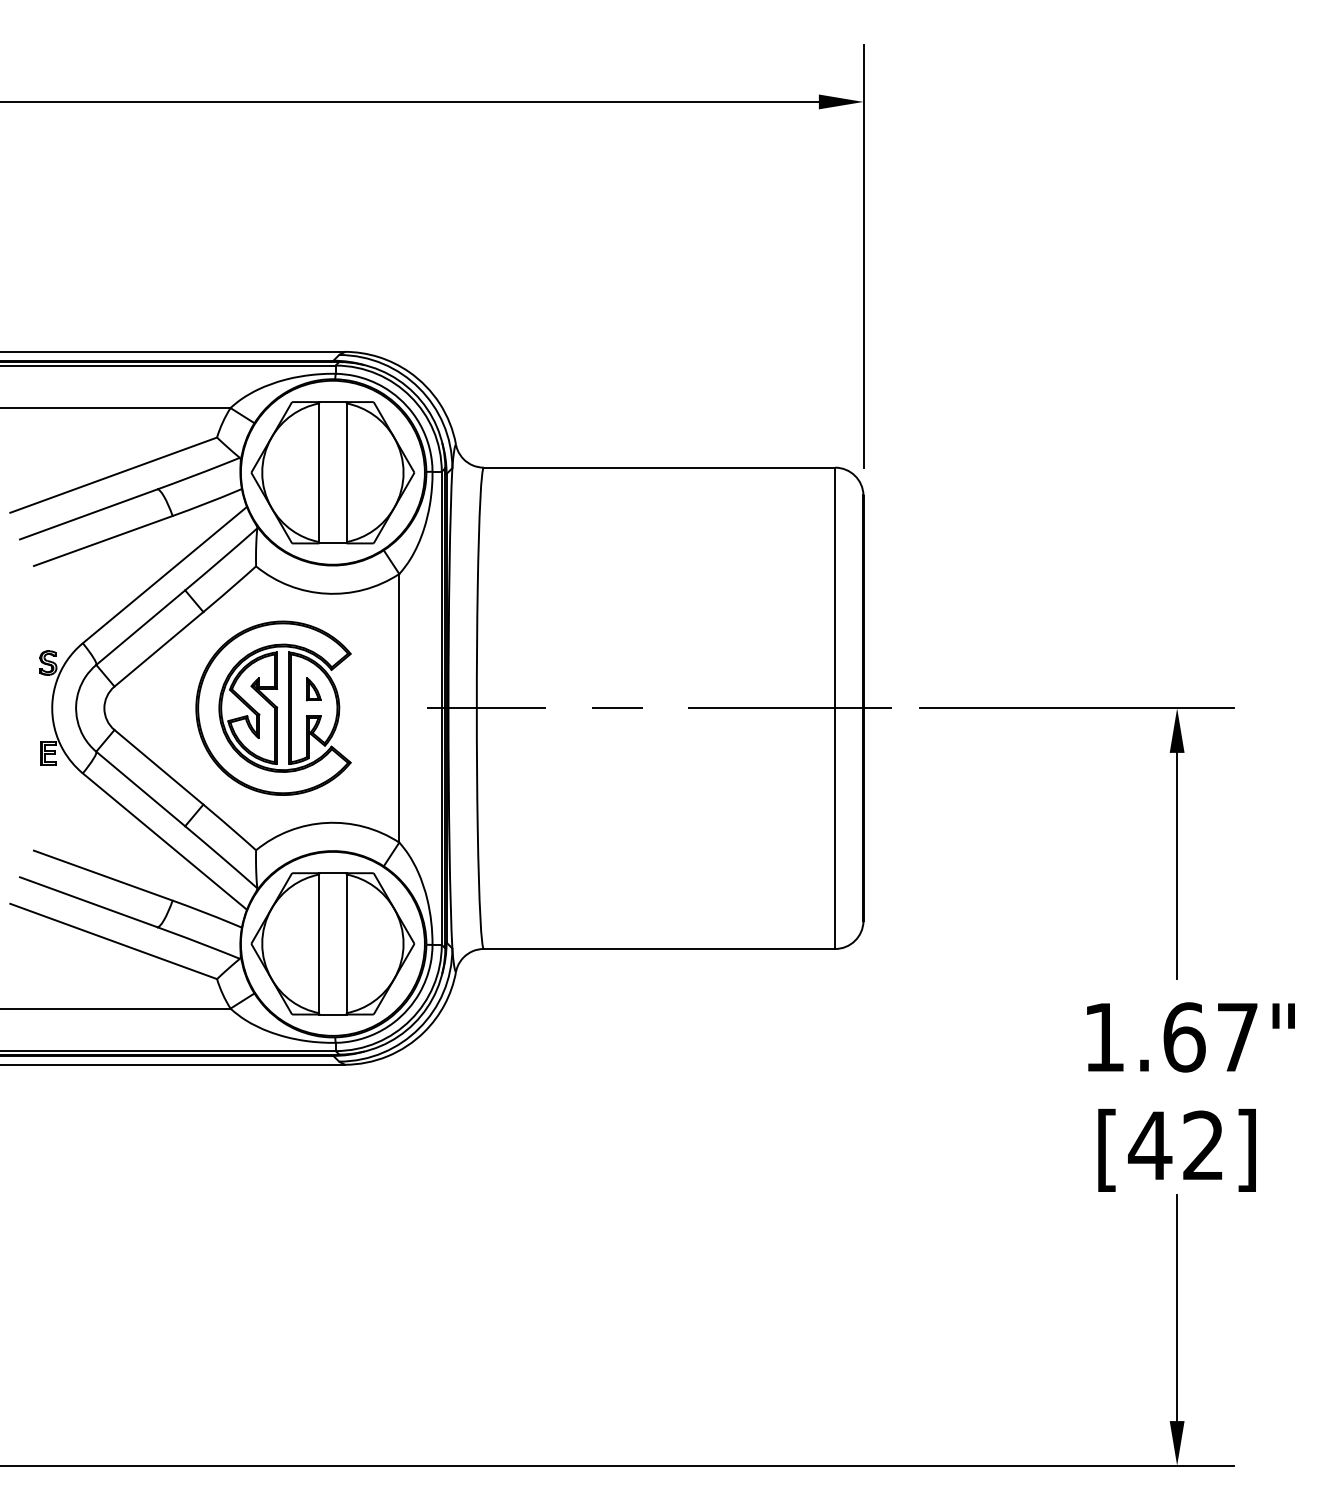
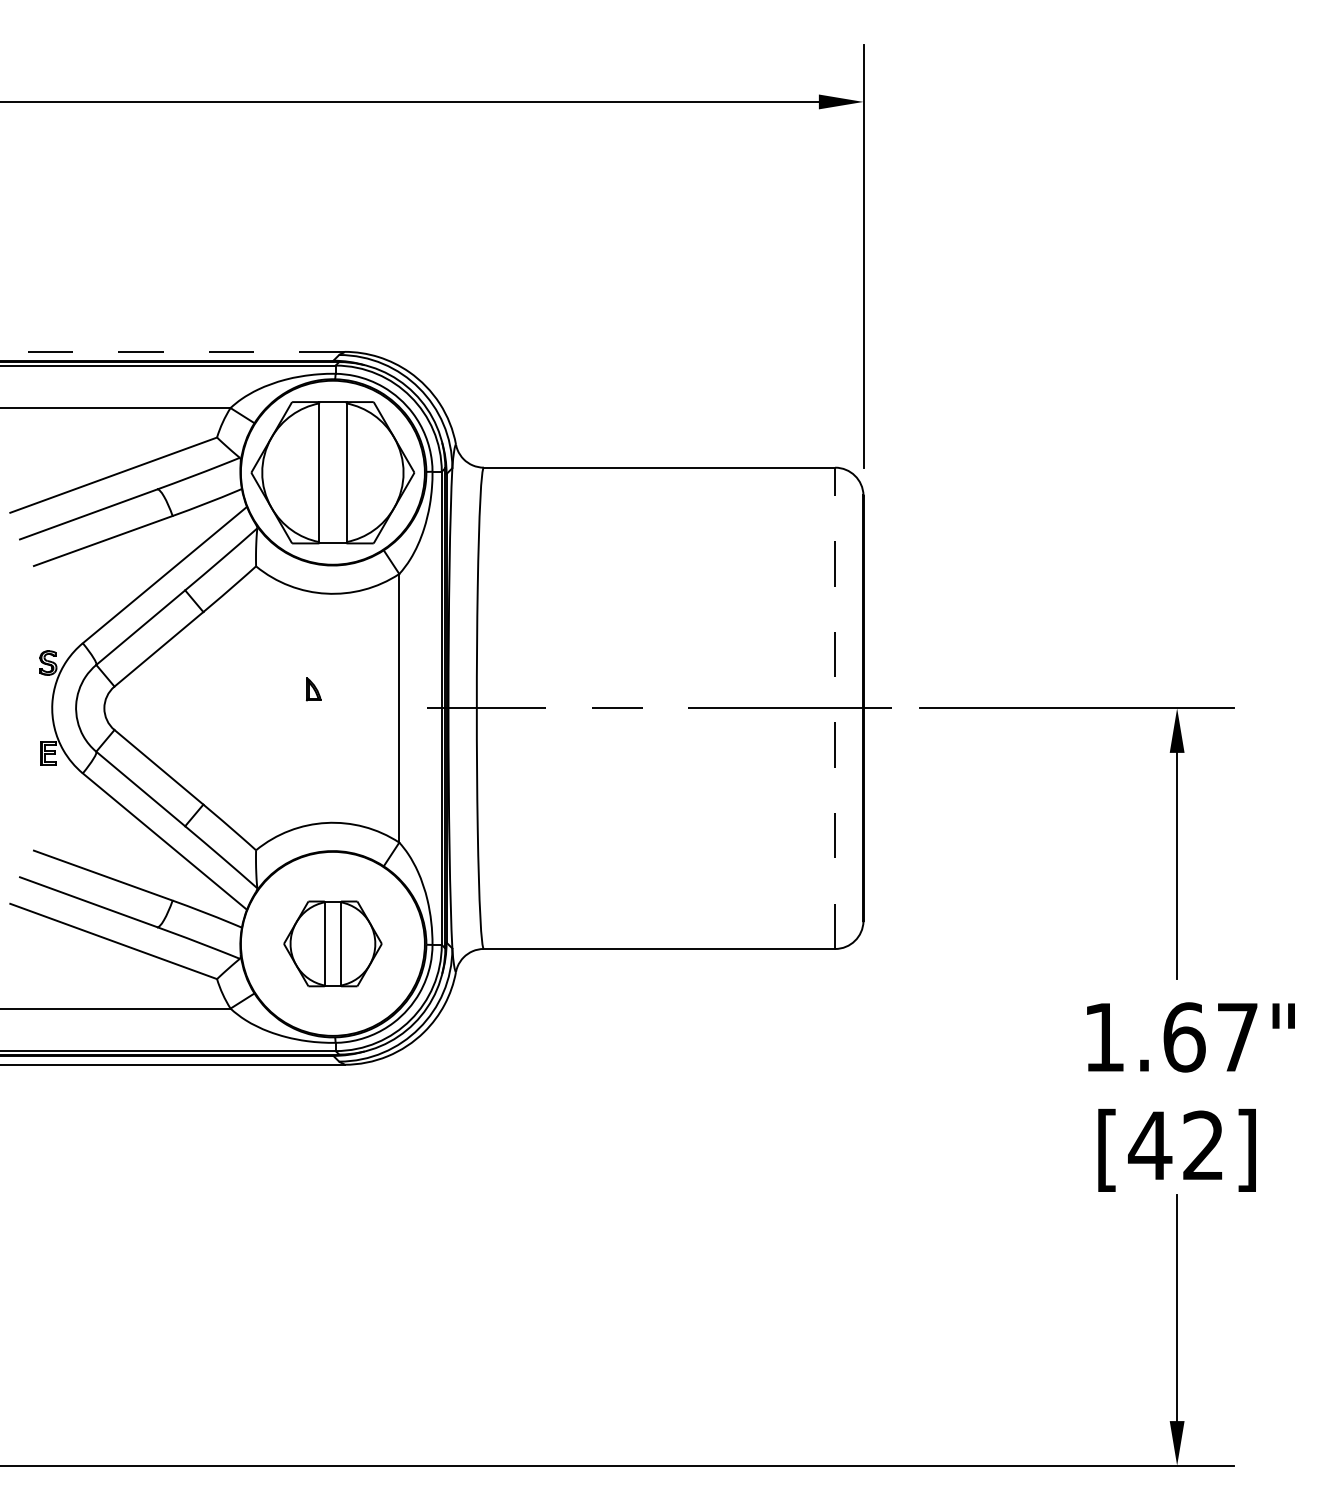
line at (172, 351): solid -> dashed
part at (273, 707): present -> none
line at (835, 708): solid -> dashed
part at (332, 943) size: 166x144 px -> 100x88 px
